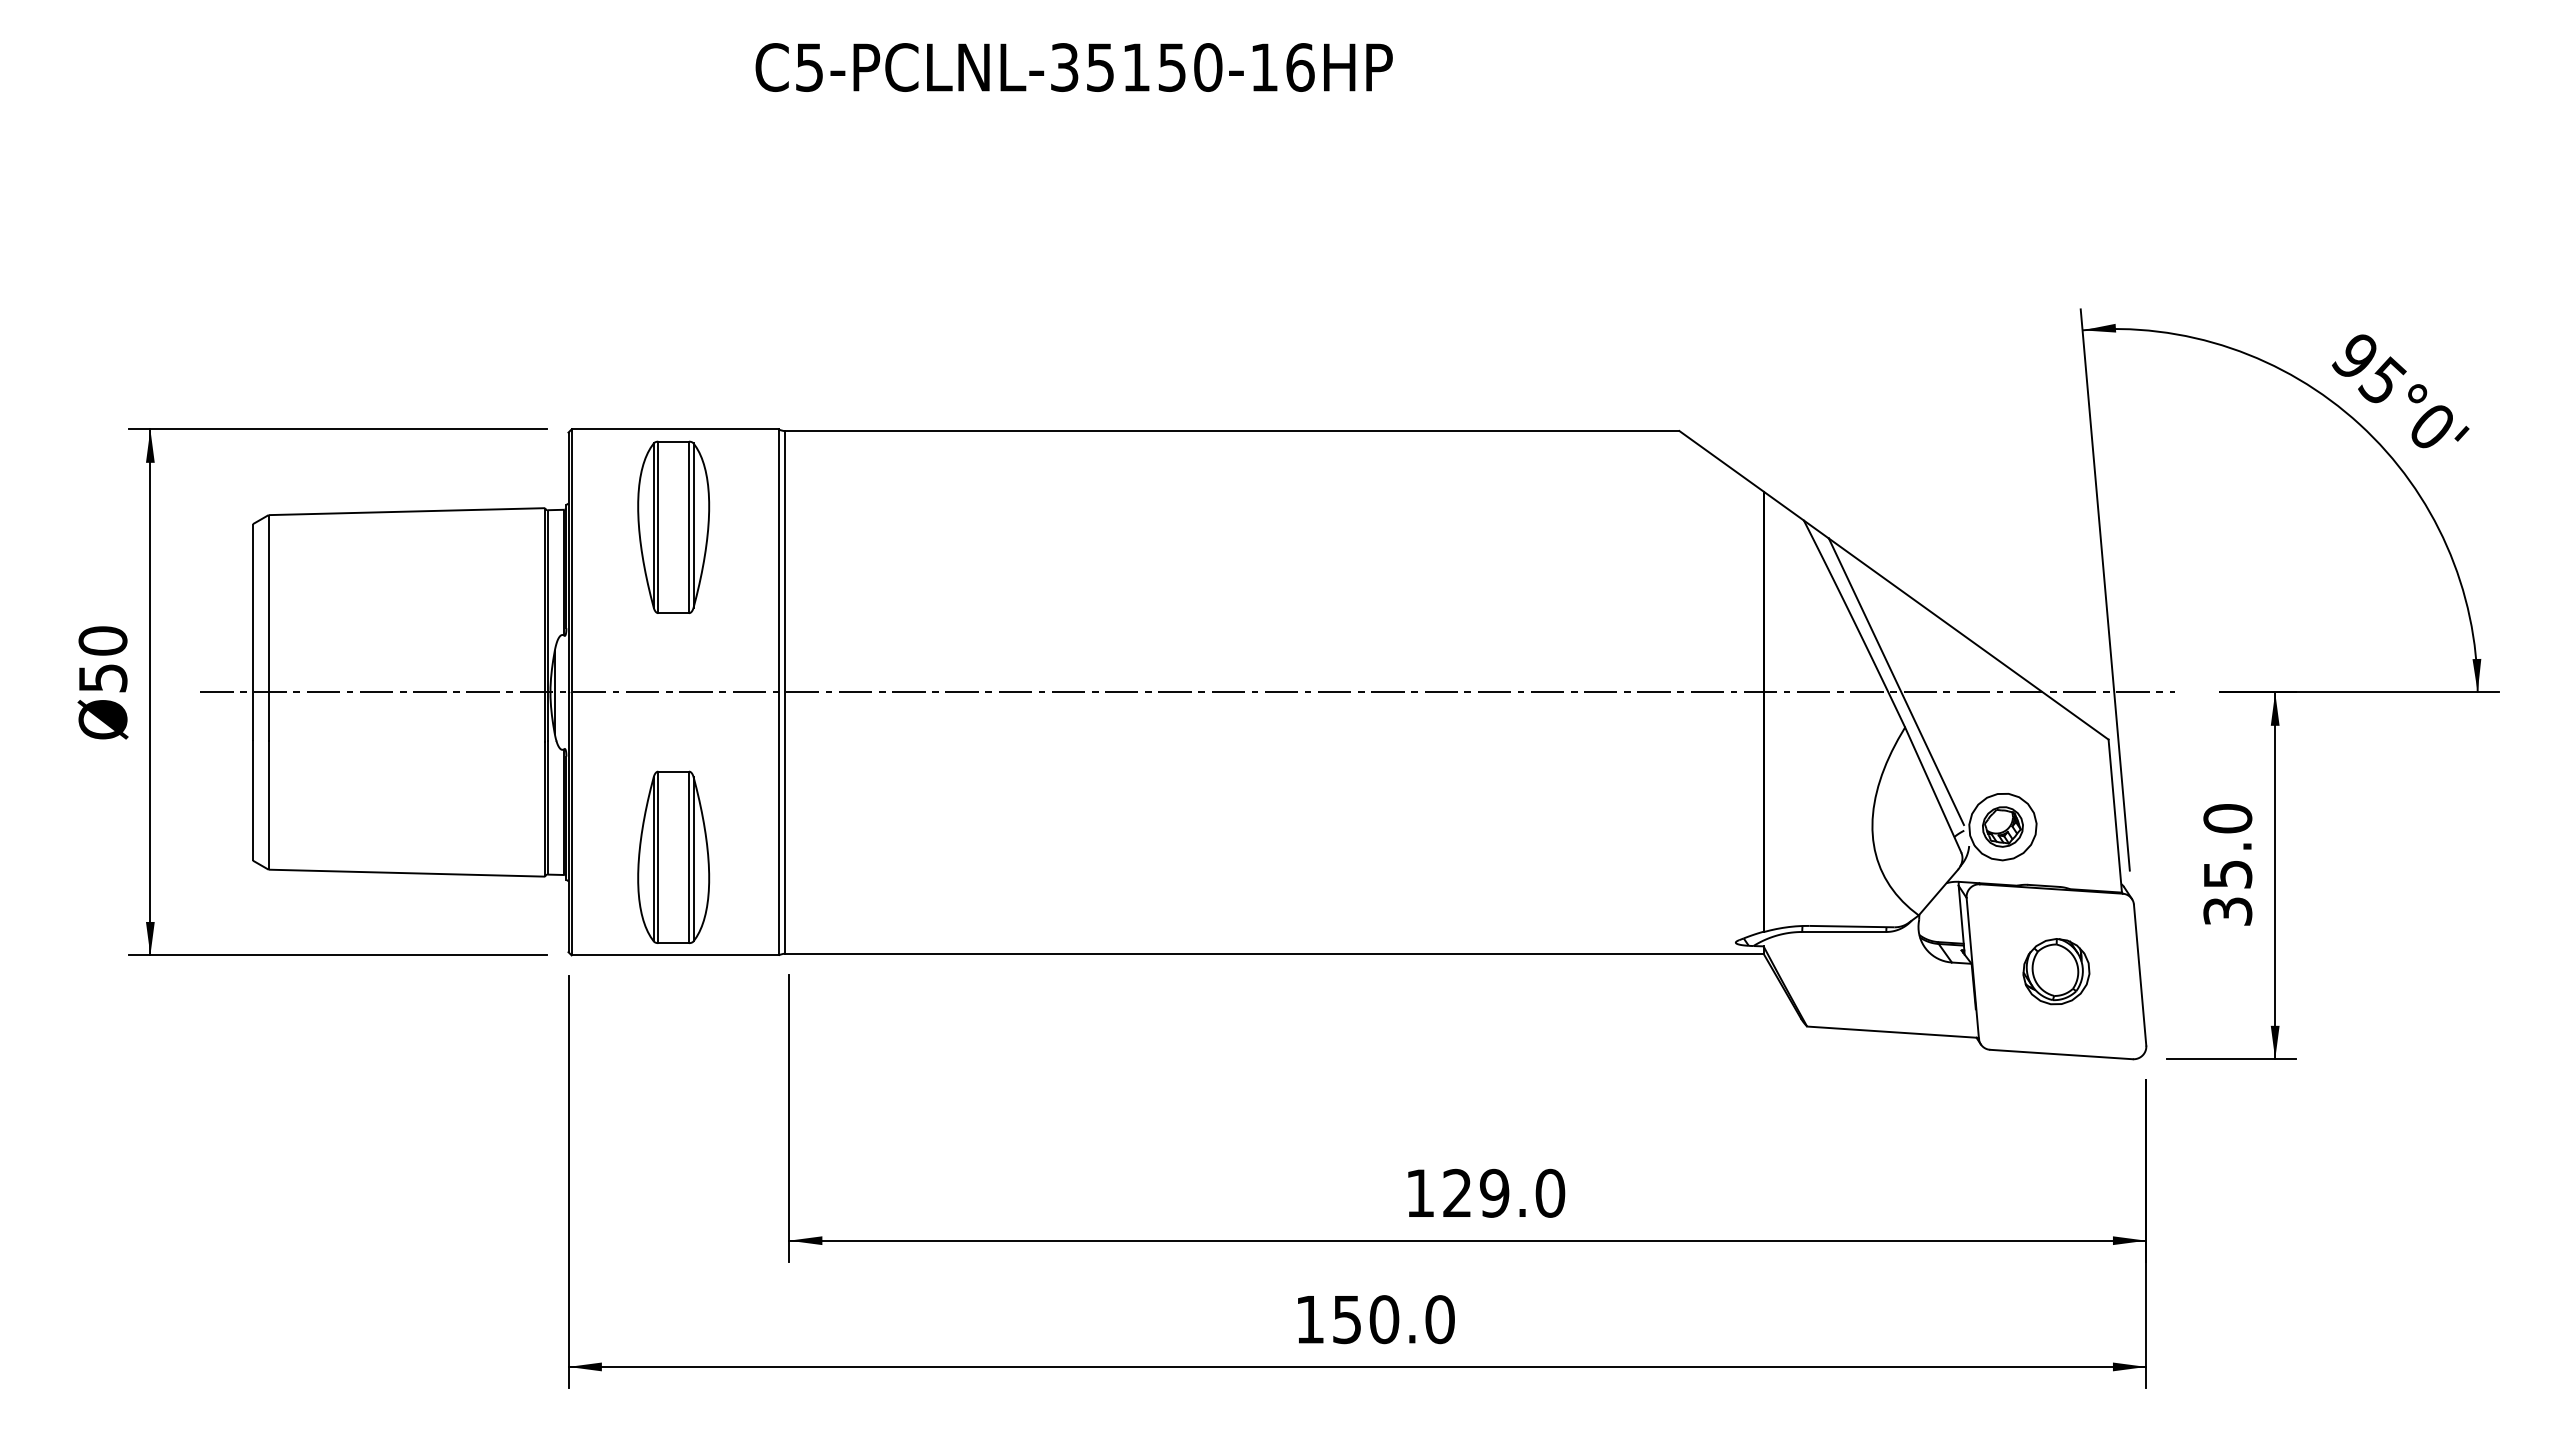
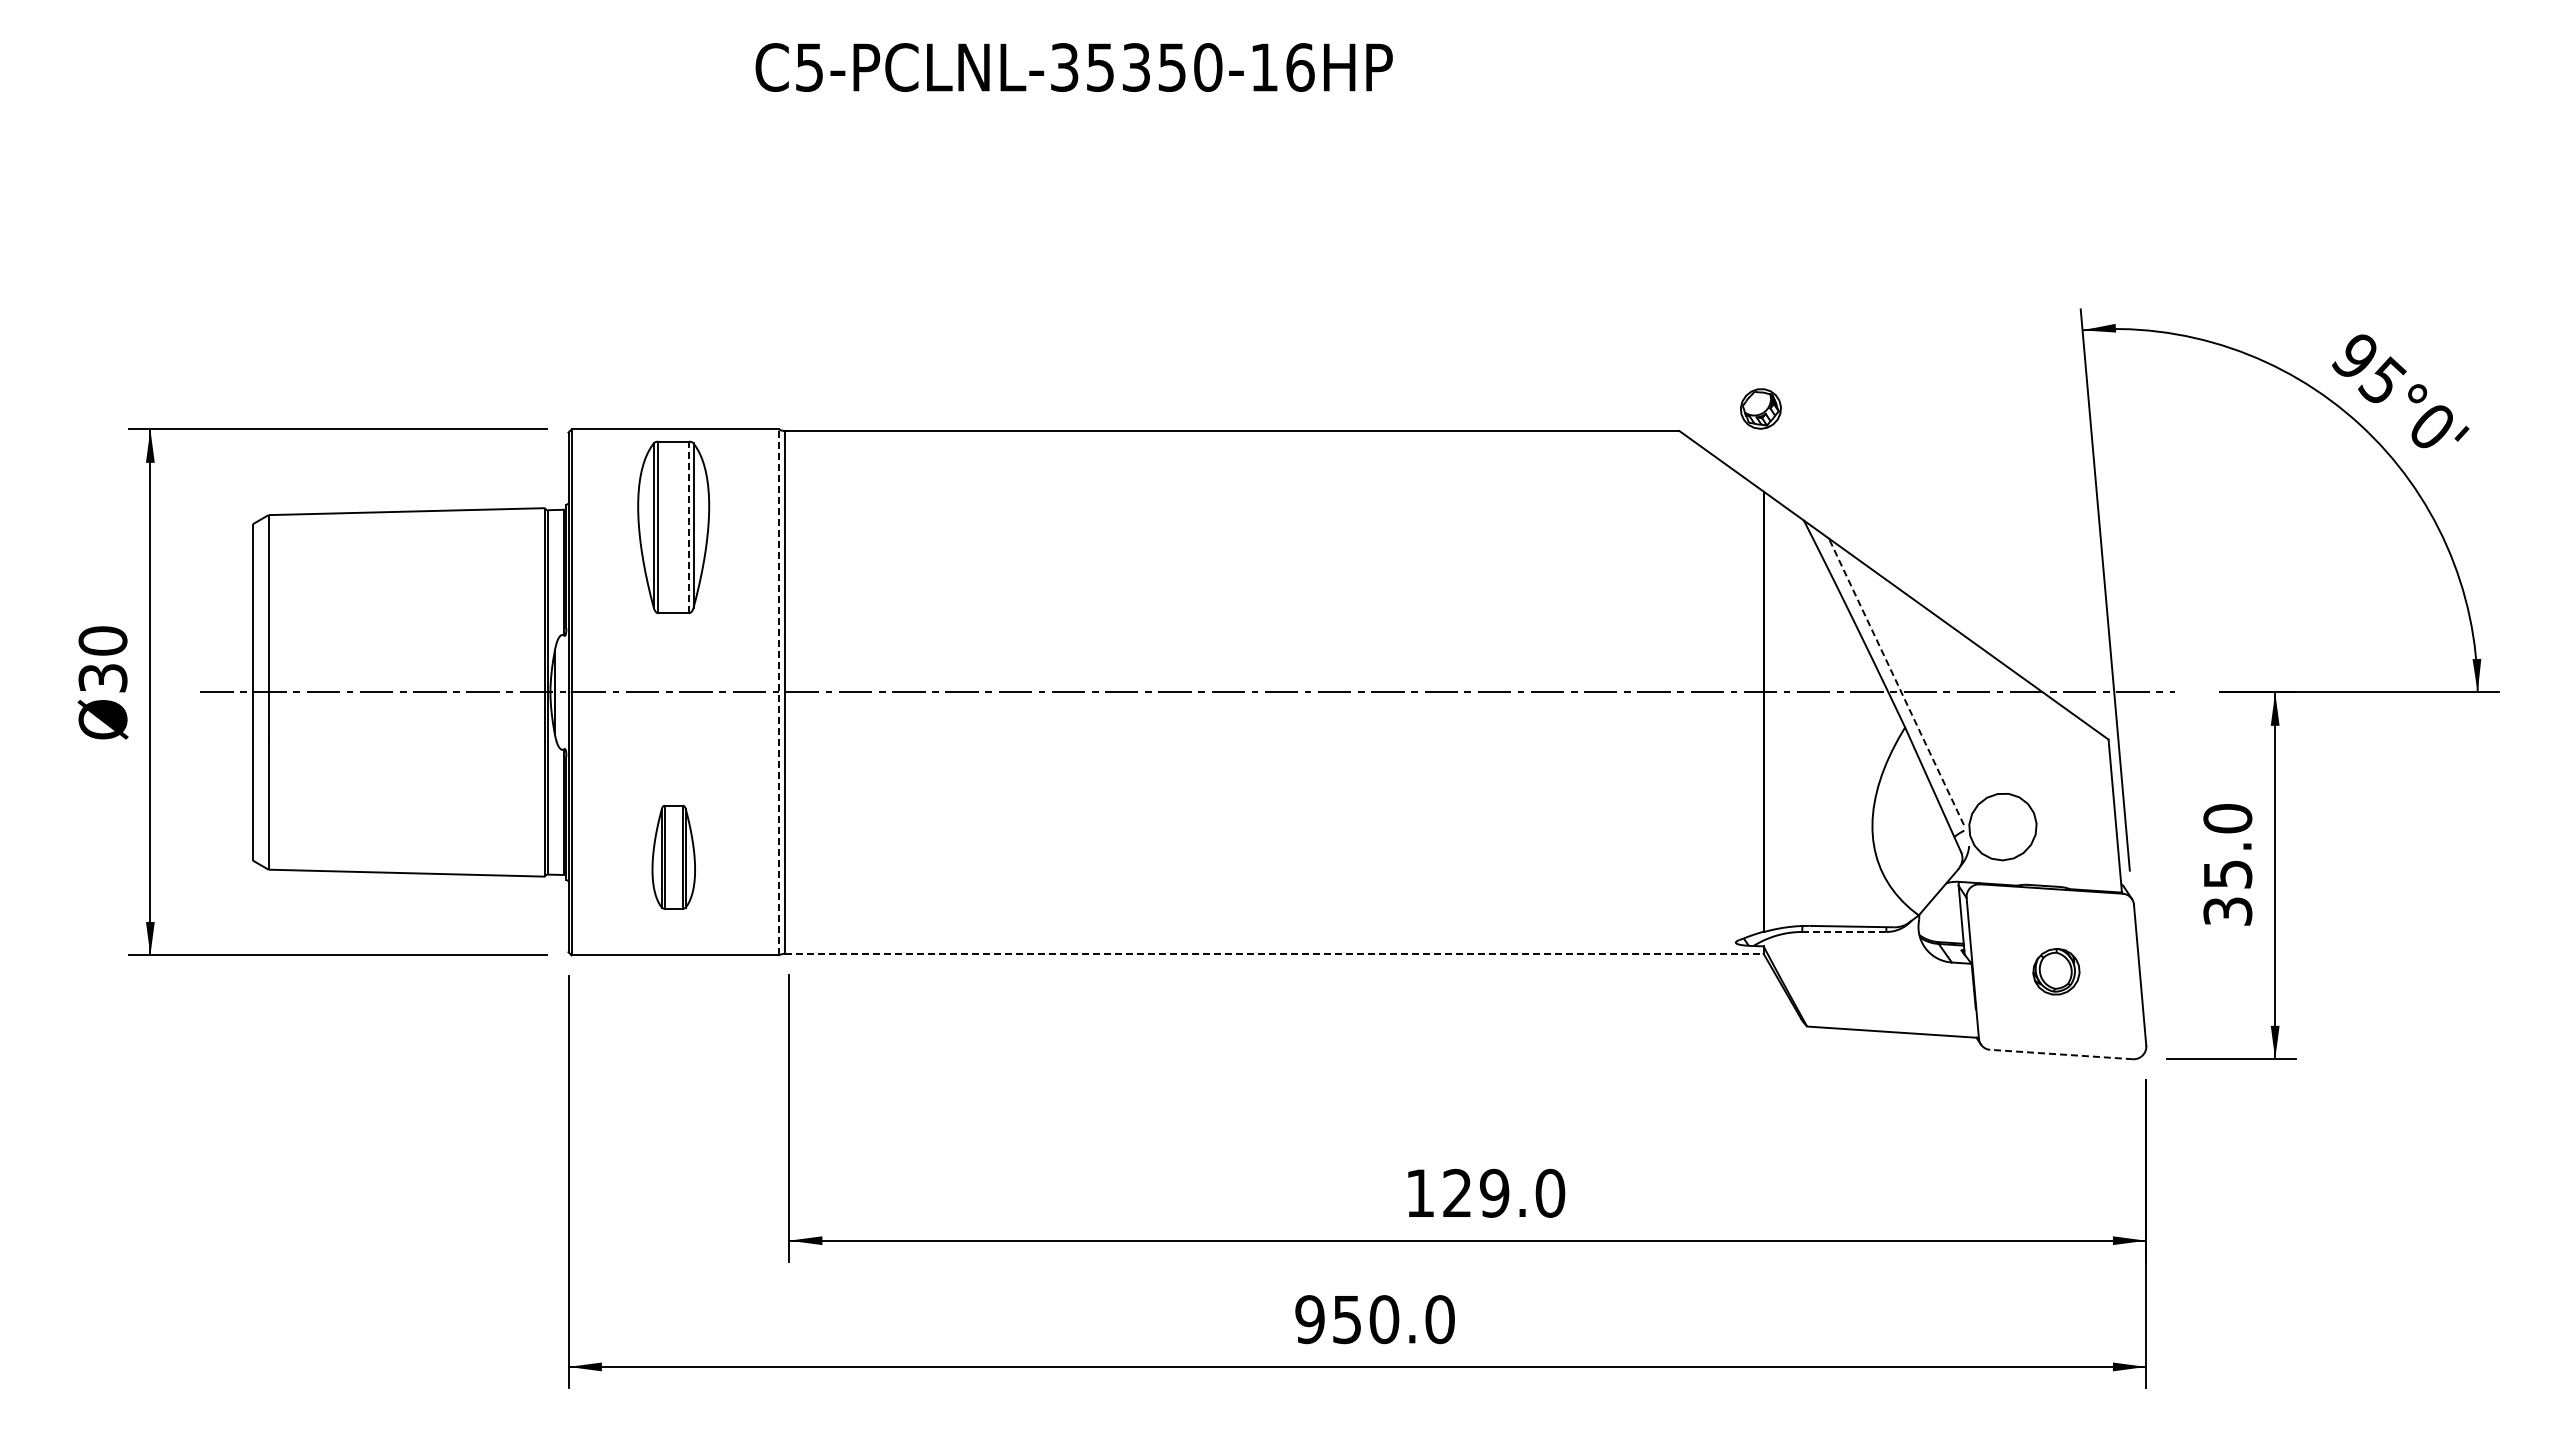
text at (1136, 67): C5-PCLNL-35150-16HP -> C5-PCLNL-35350-16HP
line at (689, 527): solid -> dashed
text at (102, 677): Ø50 -> Ø30
line at (1896, 681): solid -> dashed
line at (778, 692): solid -> dashed
part at (2002, 826) position: (2002, 826) -> (1760, 408)
part at (673, 856) size: 74x174 px -> 45x105 px
line at (1844, 931): solid -> dashed
line at (1274, 953): solid -> dashed
part at (2056, 971) size: 69x68 px -> 49x48 px
line at (2061, 1054): solid -> dashed
text at (1309, 1319): 150.0 -> 950.0
